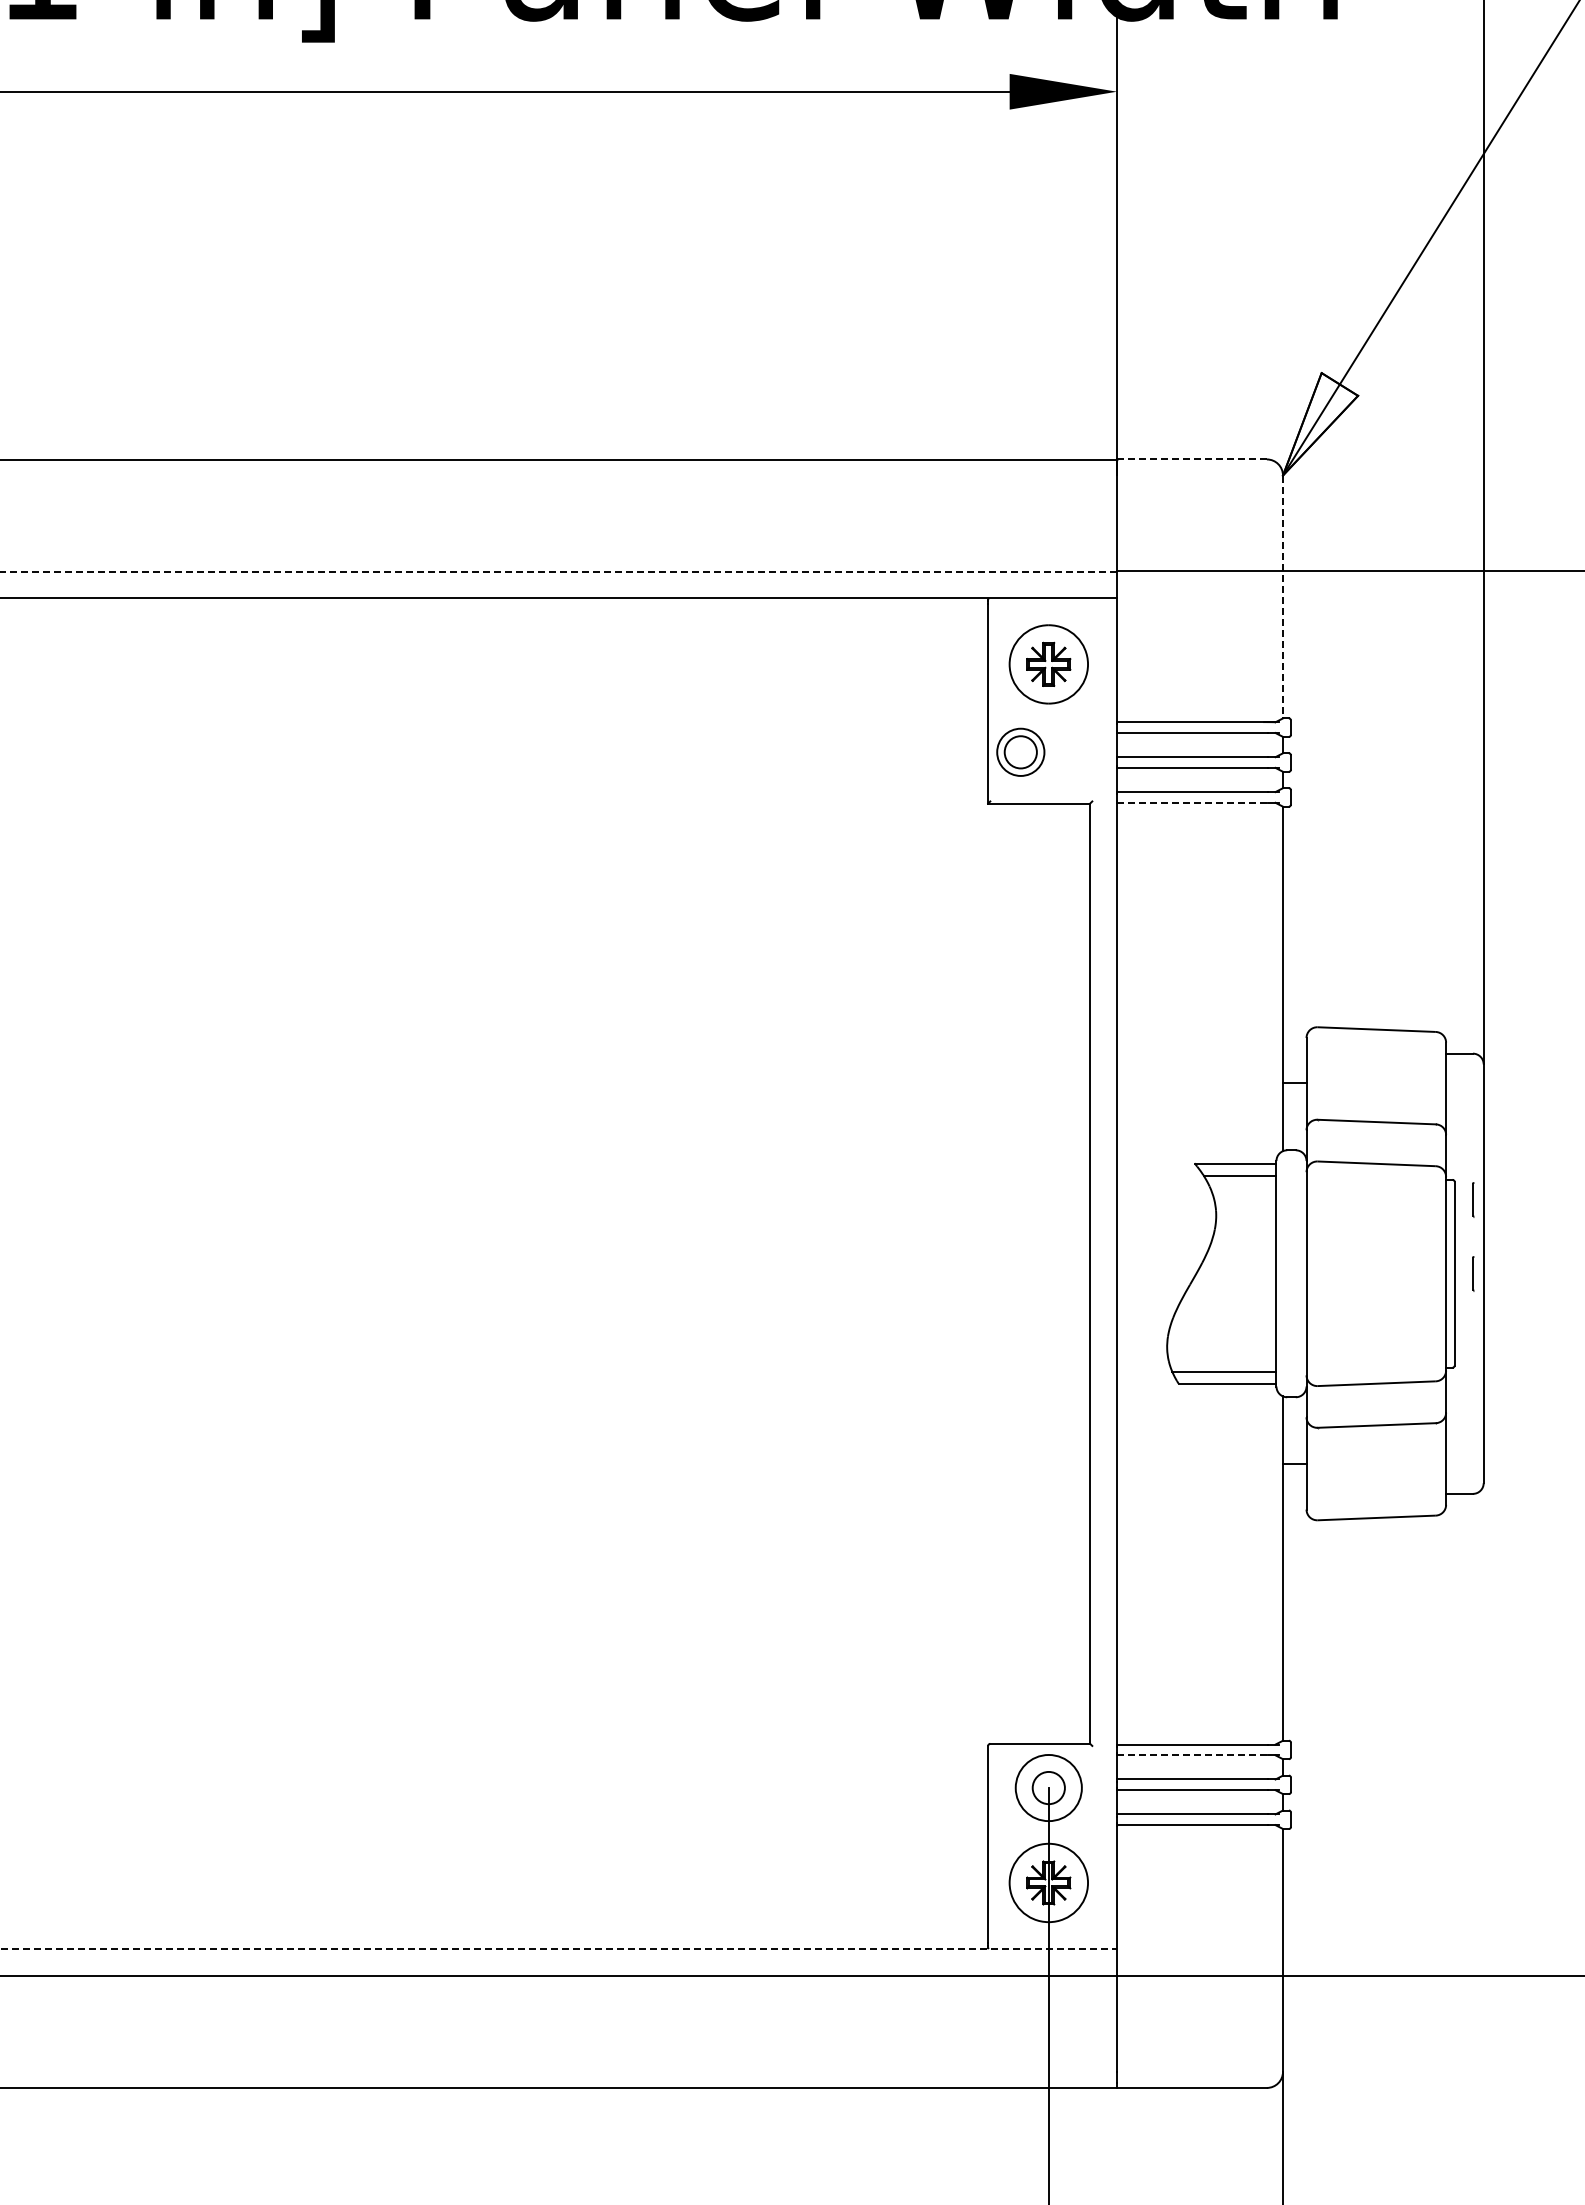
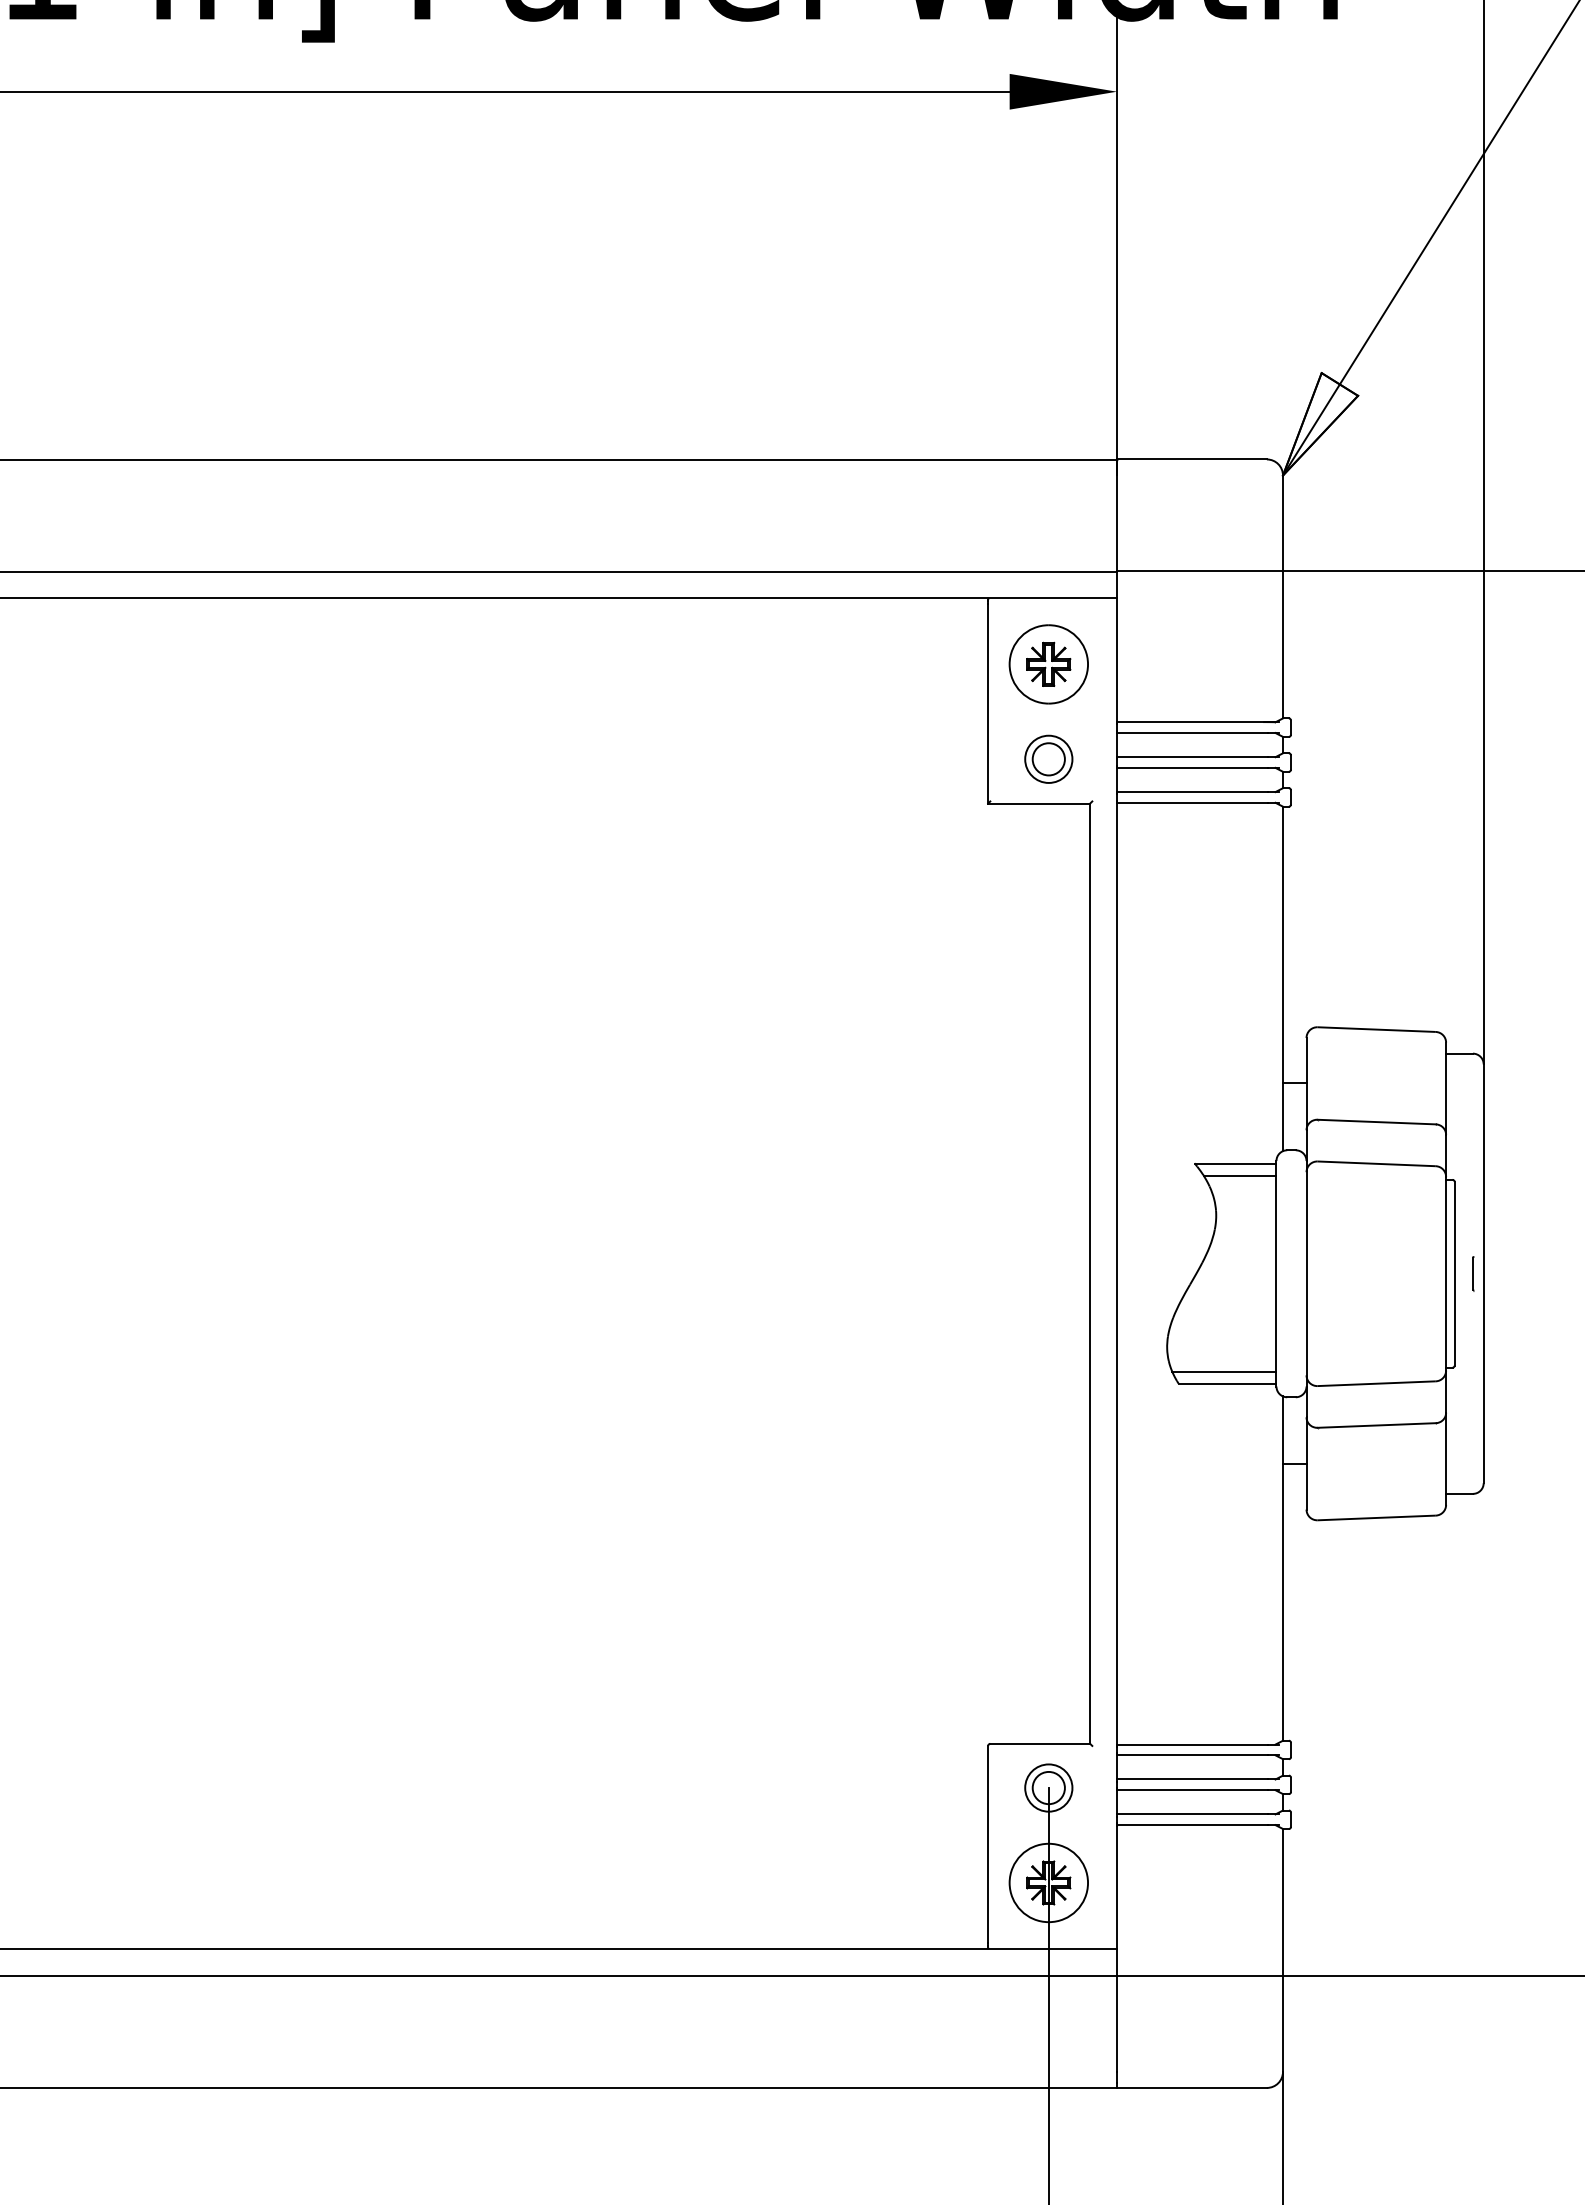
line at (1191, 459): dashed -> solid
line at (558, 571): dashed -> solid
line at (1283, 597): dashed -> solid
part at (1020, 751) position: (1020, 751) -> (1048, 758)
line at (1192, 802): dashed -> solid
line at (1473, 1199): present -> none
line at (1192, 1755): dashed -> solid
circle at (1048, 1787) diameter: 66 px -> 47 px
line at (559, 1949): dashed -> solid
